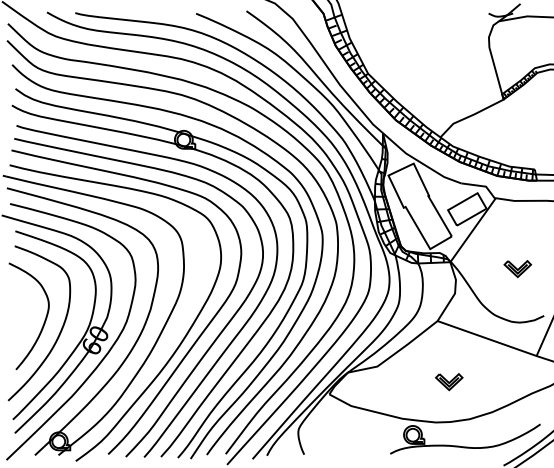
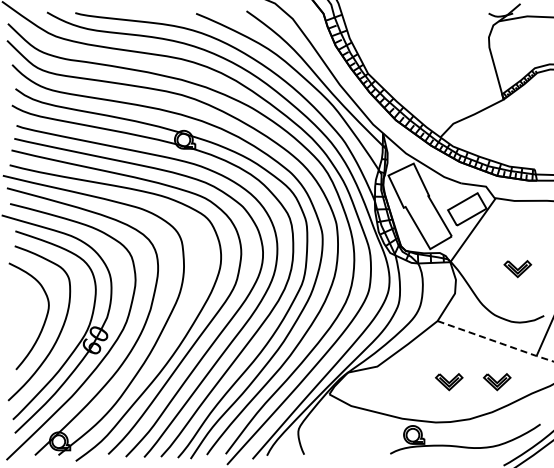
line at (496, 341): solid -> dashed
part at (497, 382): none -> present
